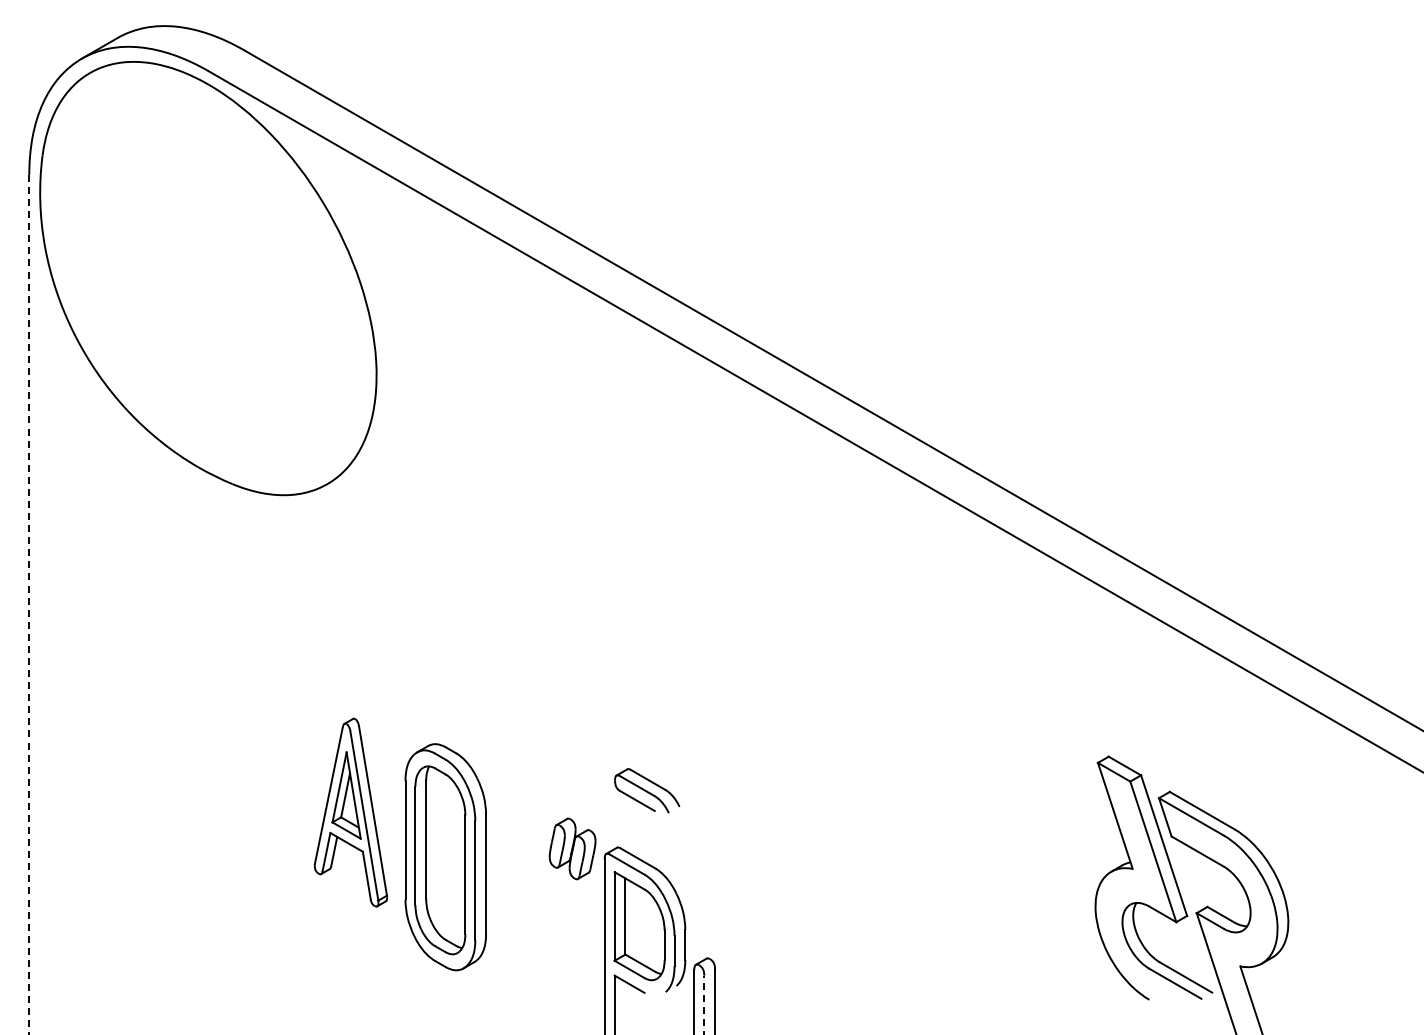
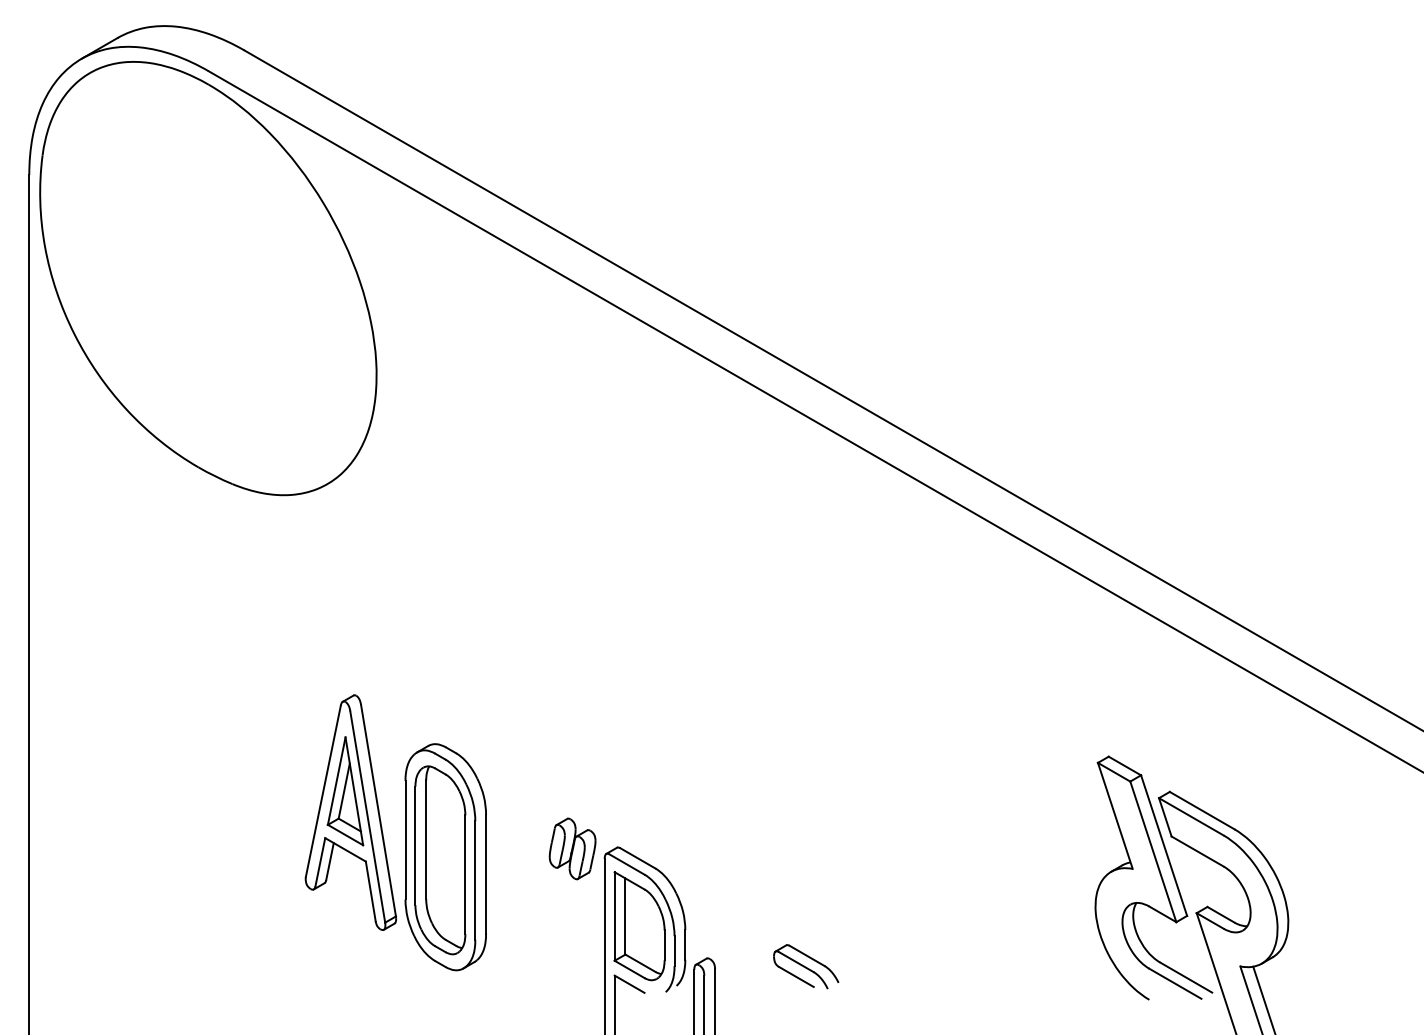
line at (29, 605): dashed -> solid
part at (647, 790) position: (647, 790) -> (806, 966)
part at (350, 812) size: 75x191 px -> 94x237 px
line at (1263, 998): none -> present
line at (704, 1004): dashed -> solid
